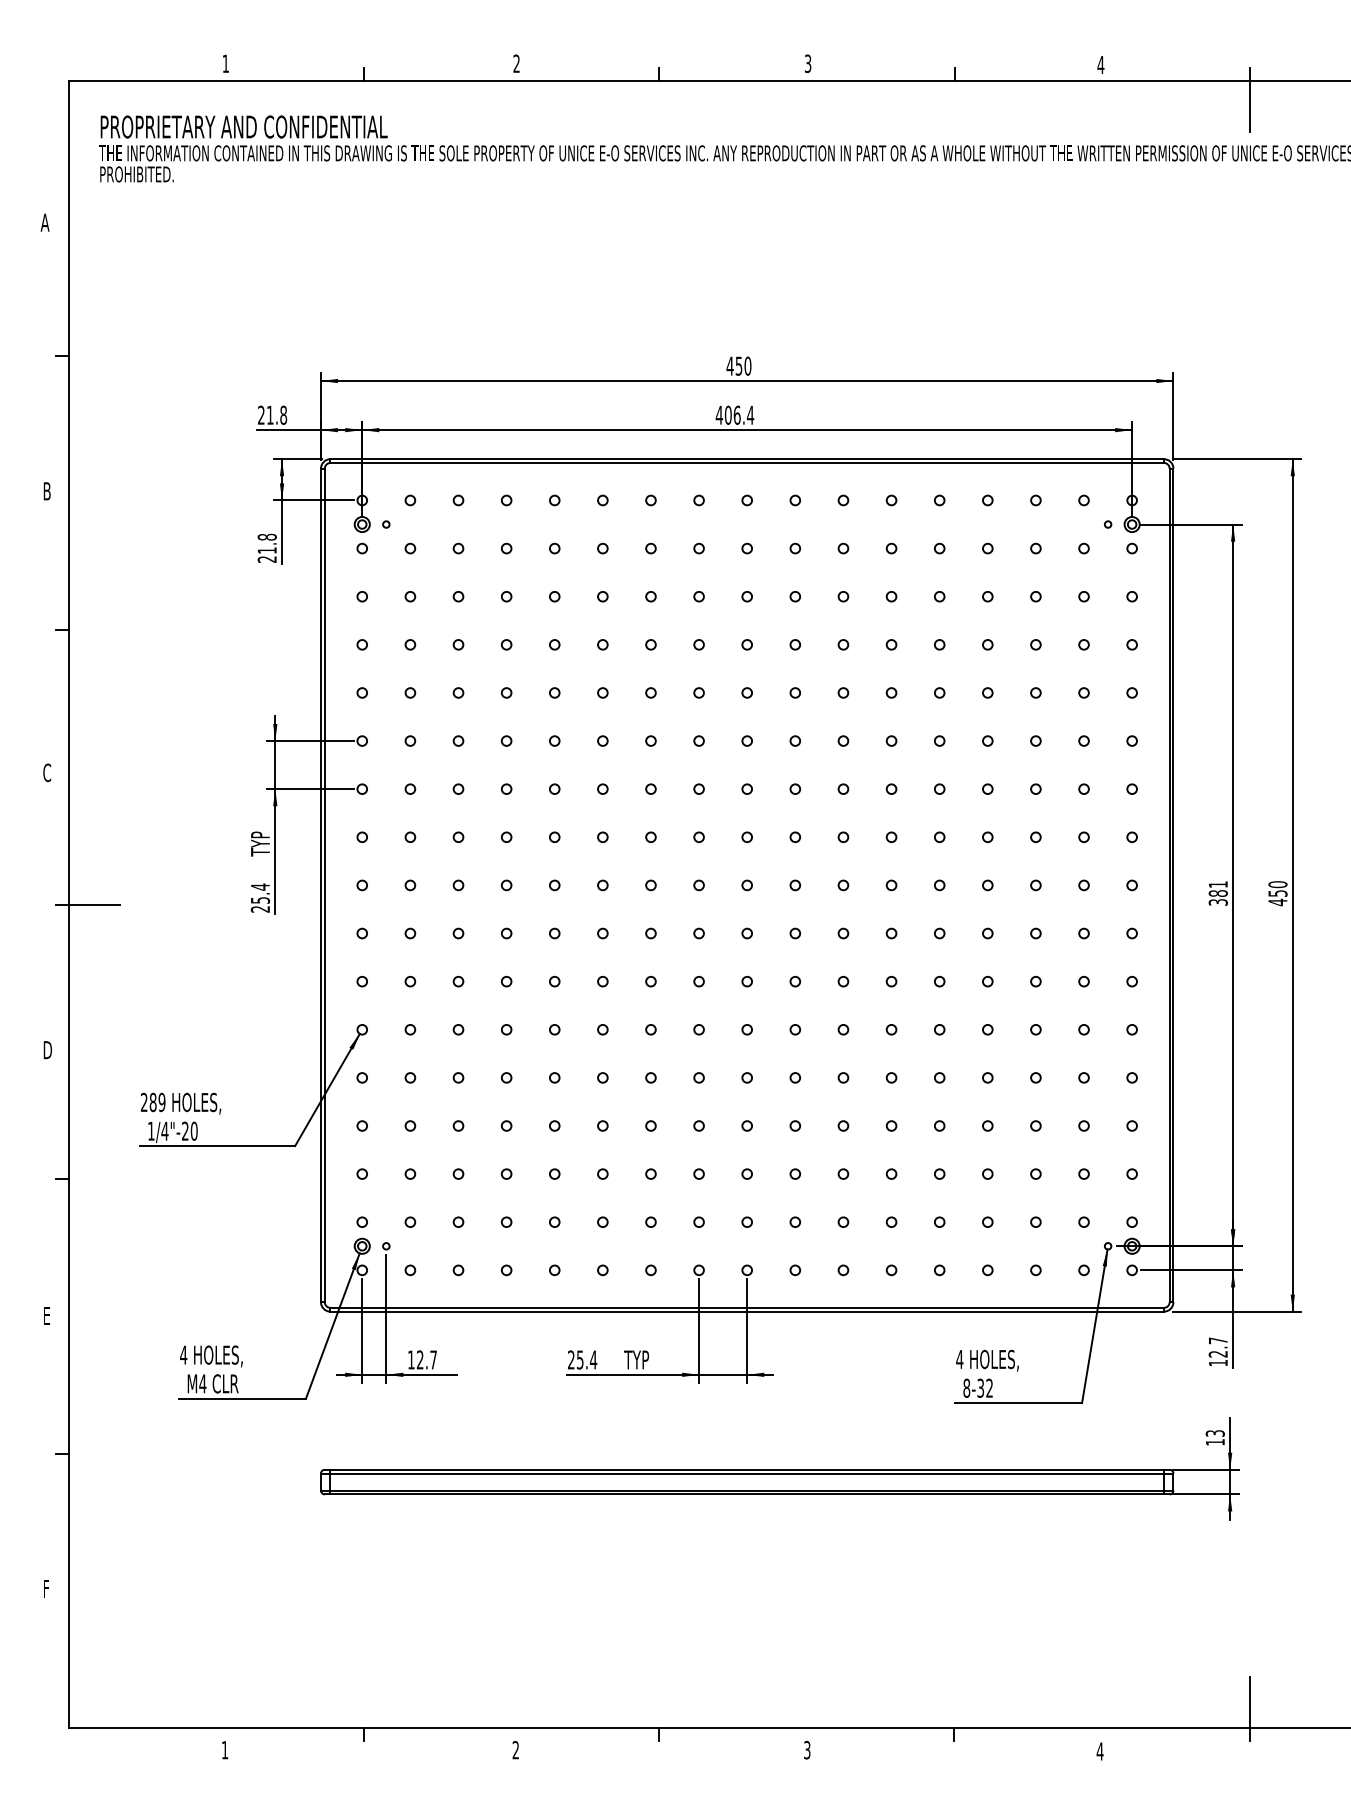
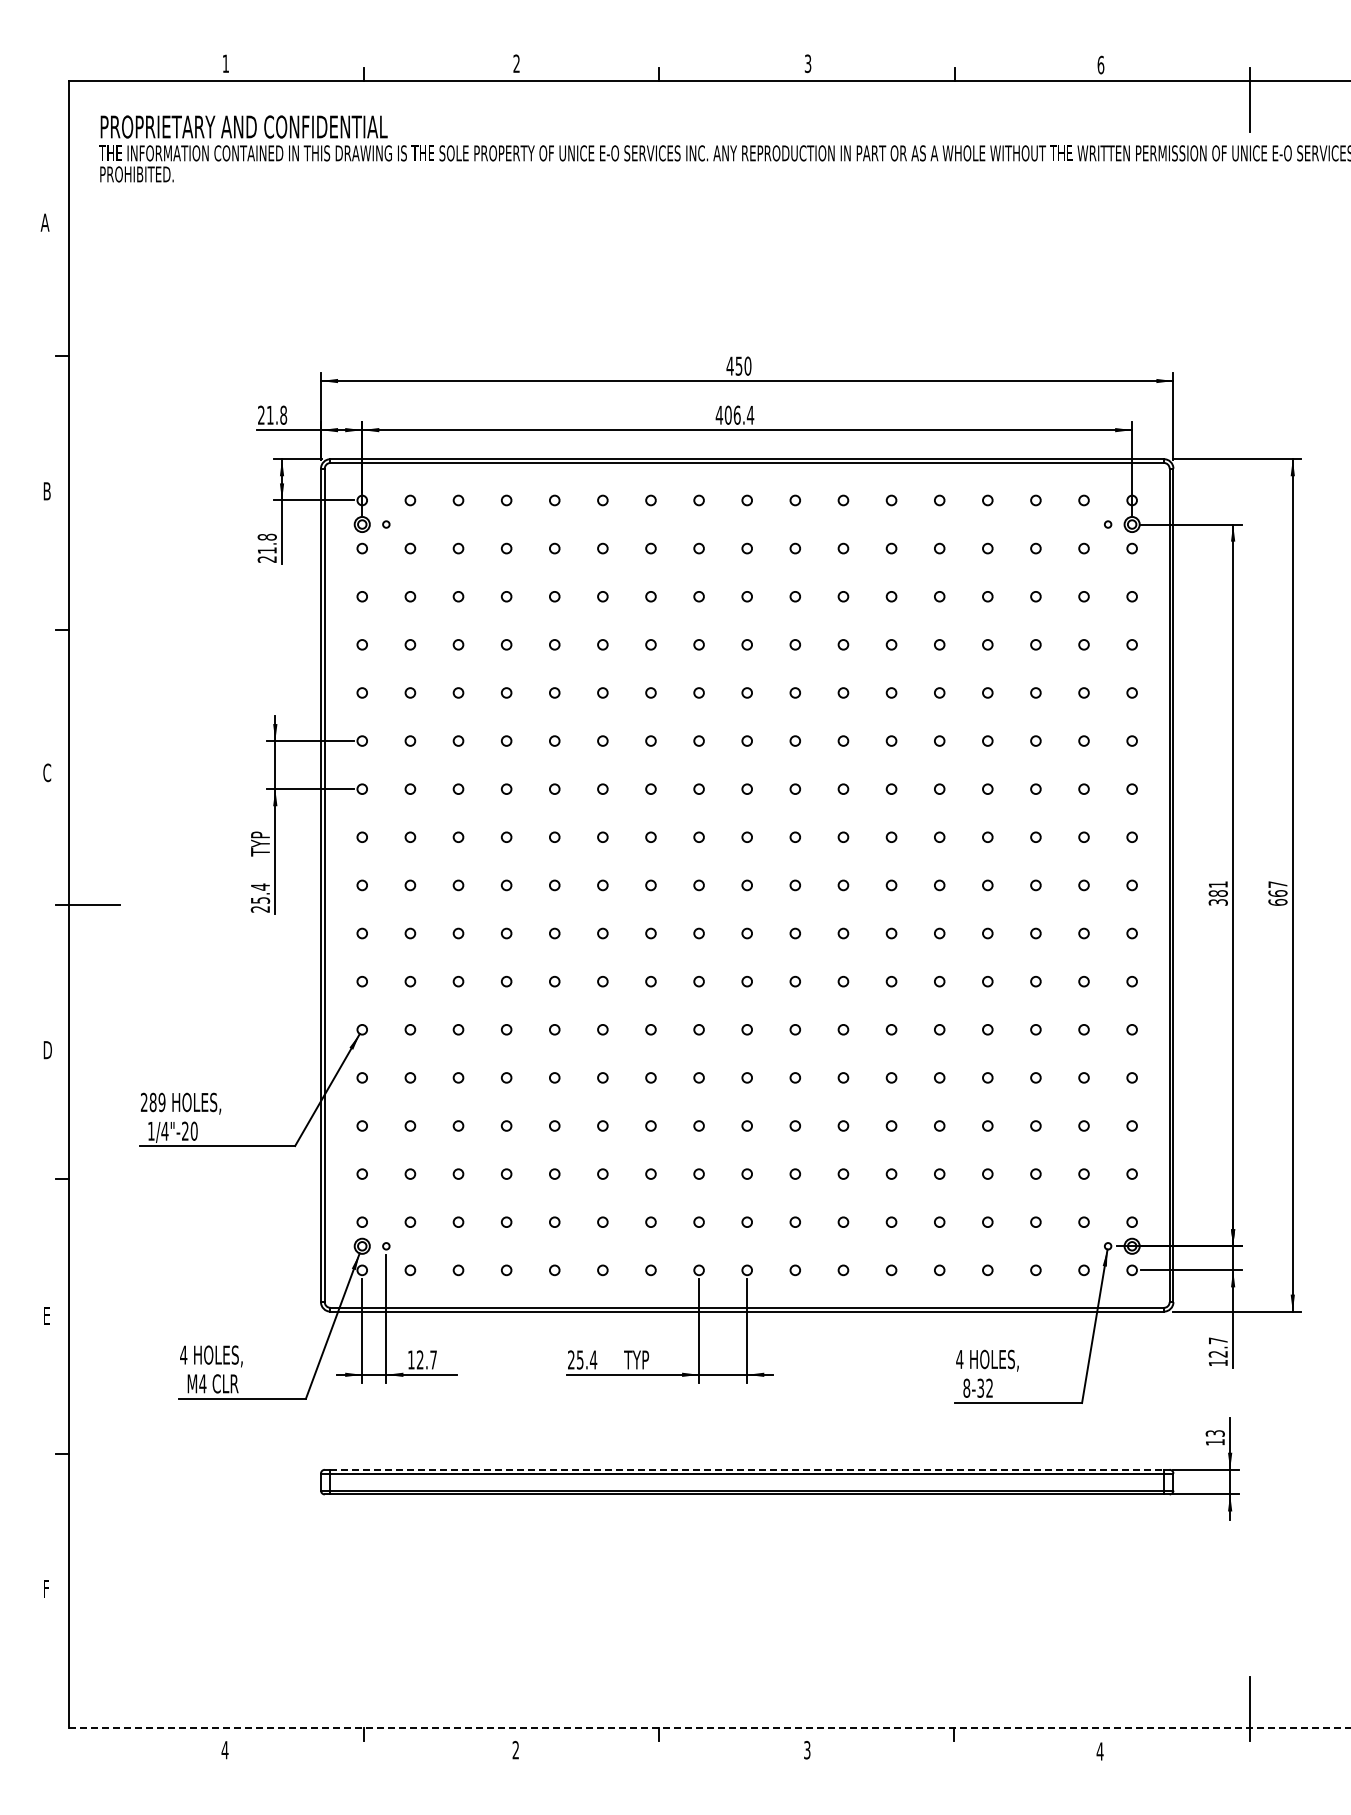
text at (1100, 64): 4 -> 6
text at (1277, 893): 450 -> 667
line at (747, 1469): solid -> dashed
line at (709, 1728): solid -> dashed
text at (224, 1750): 1 -> 4
